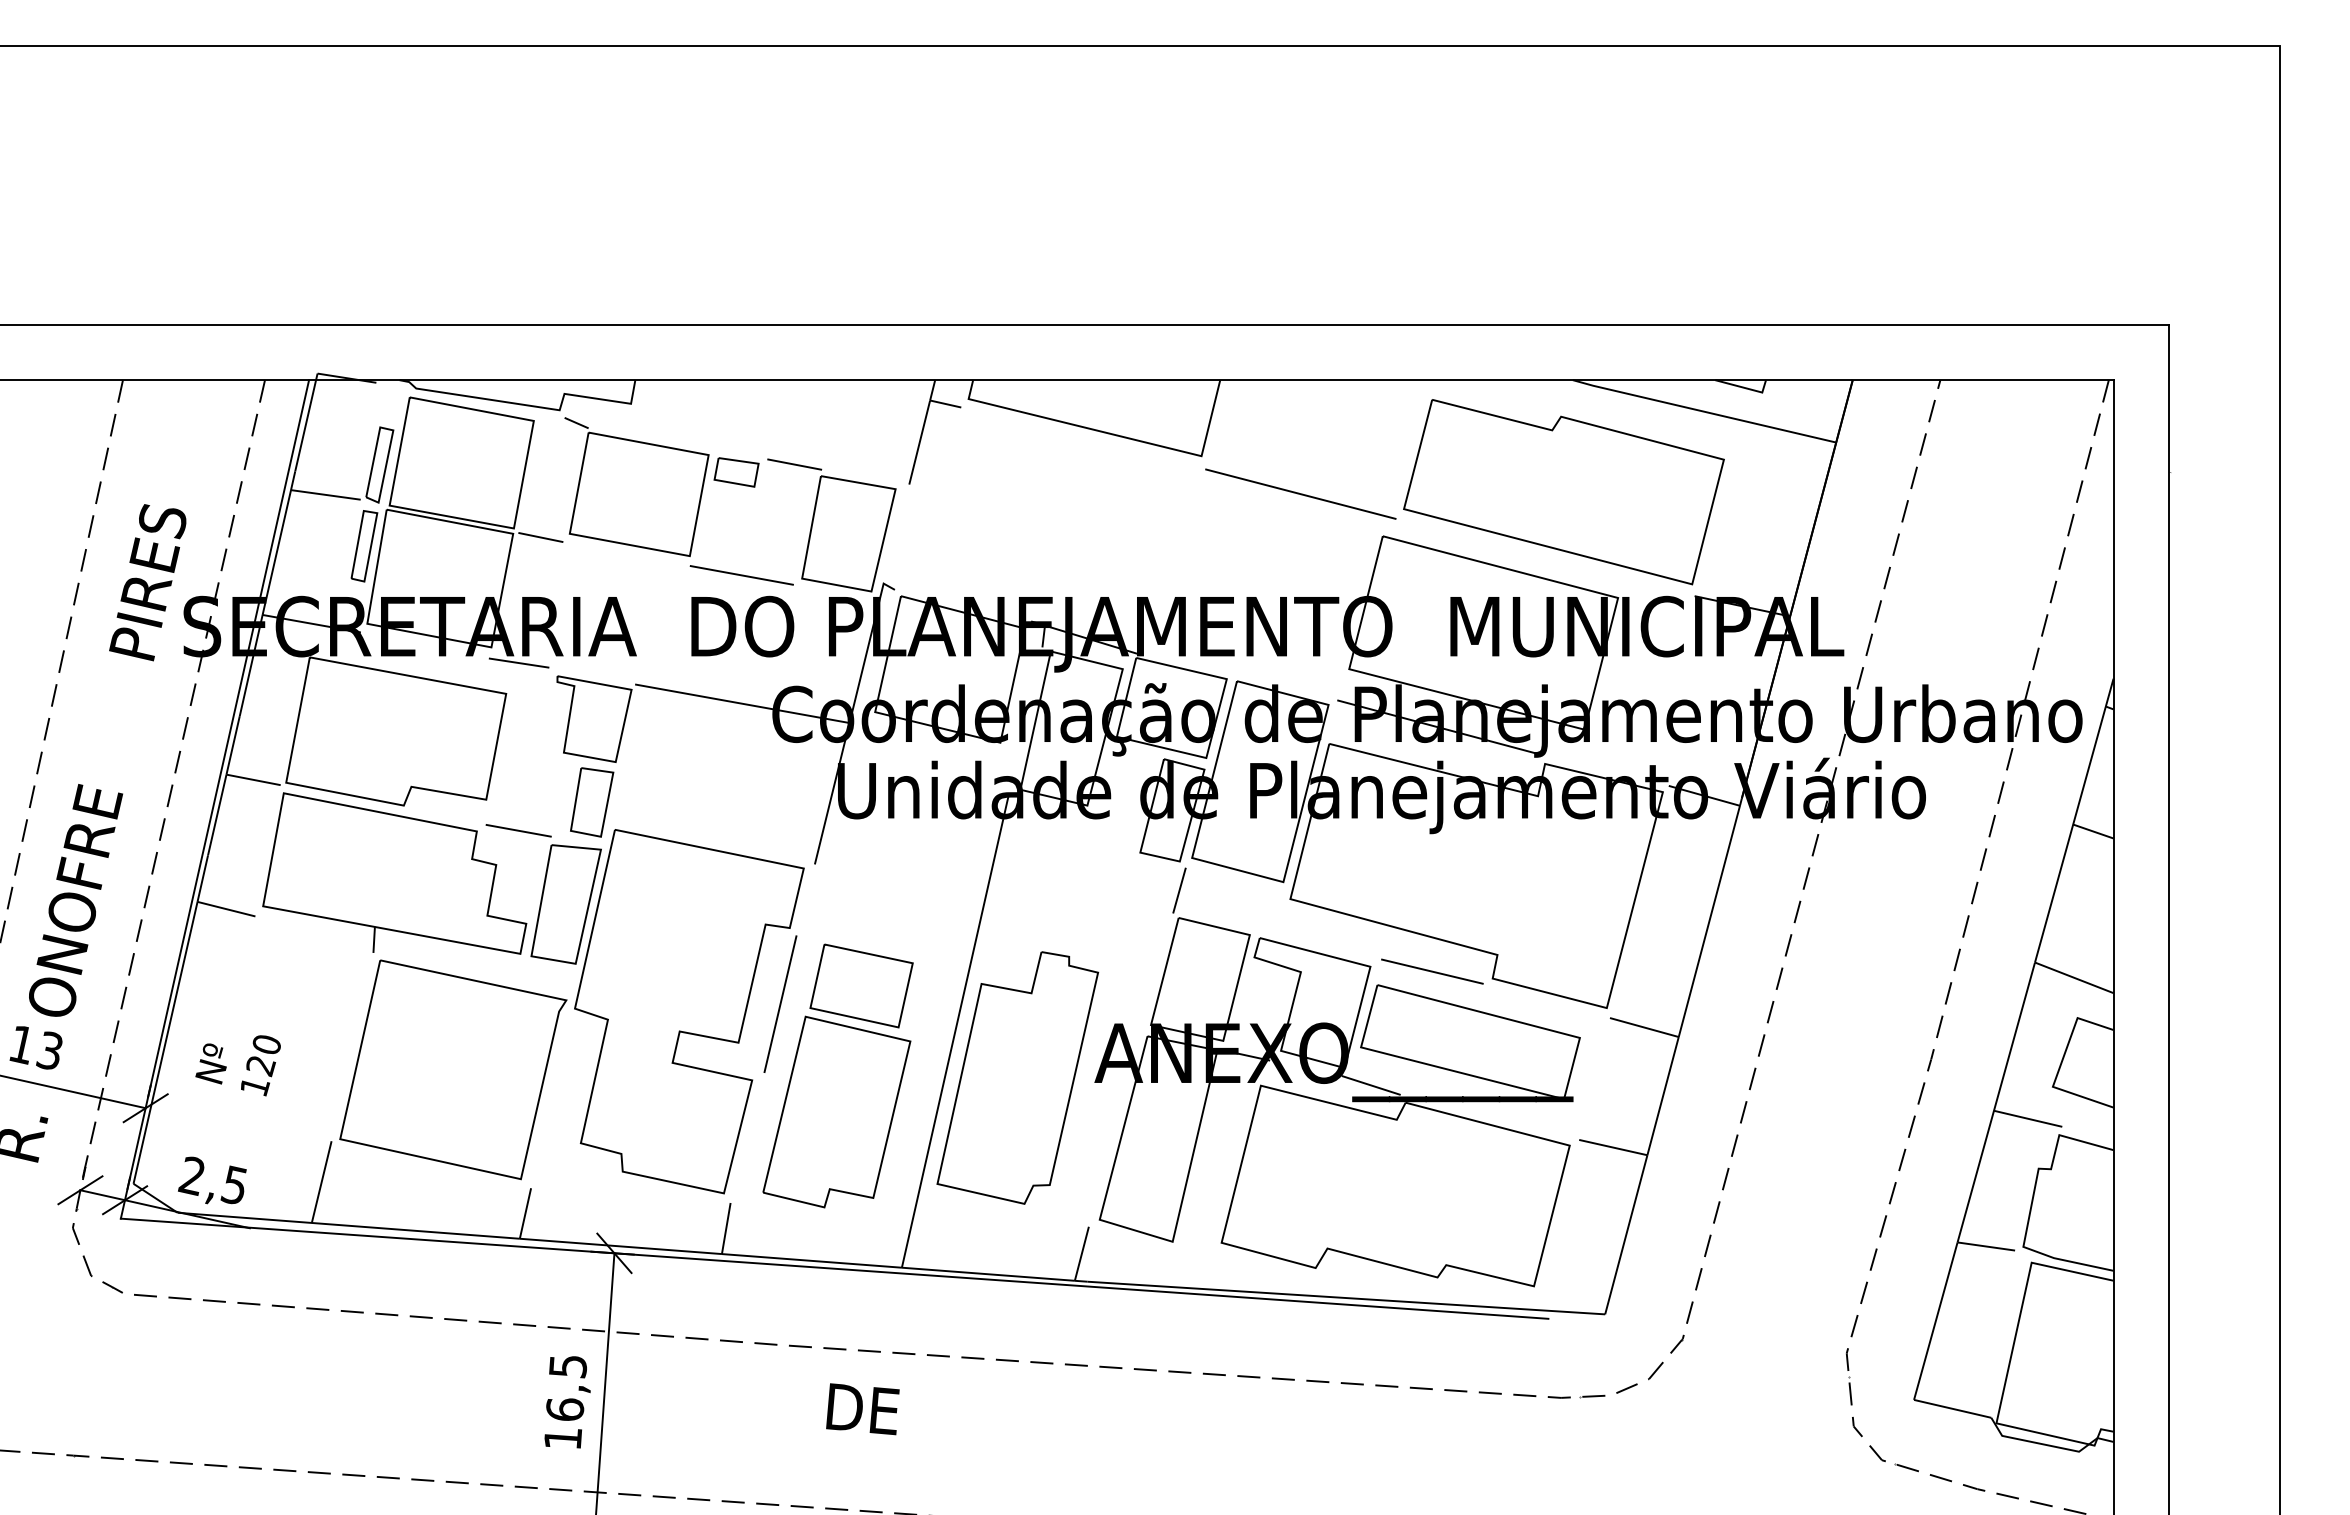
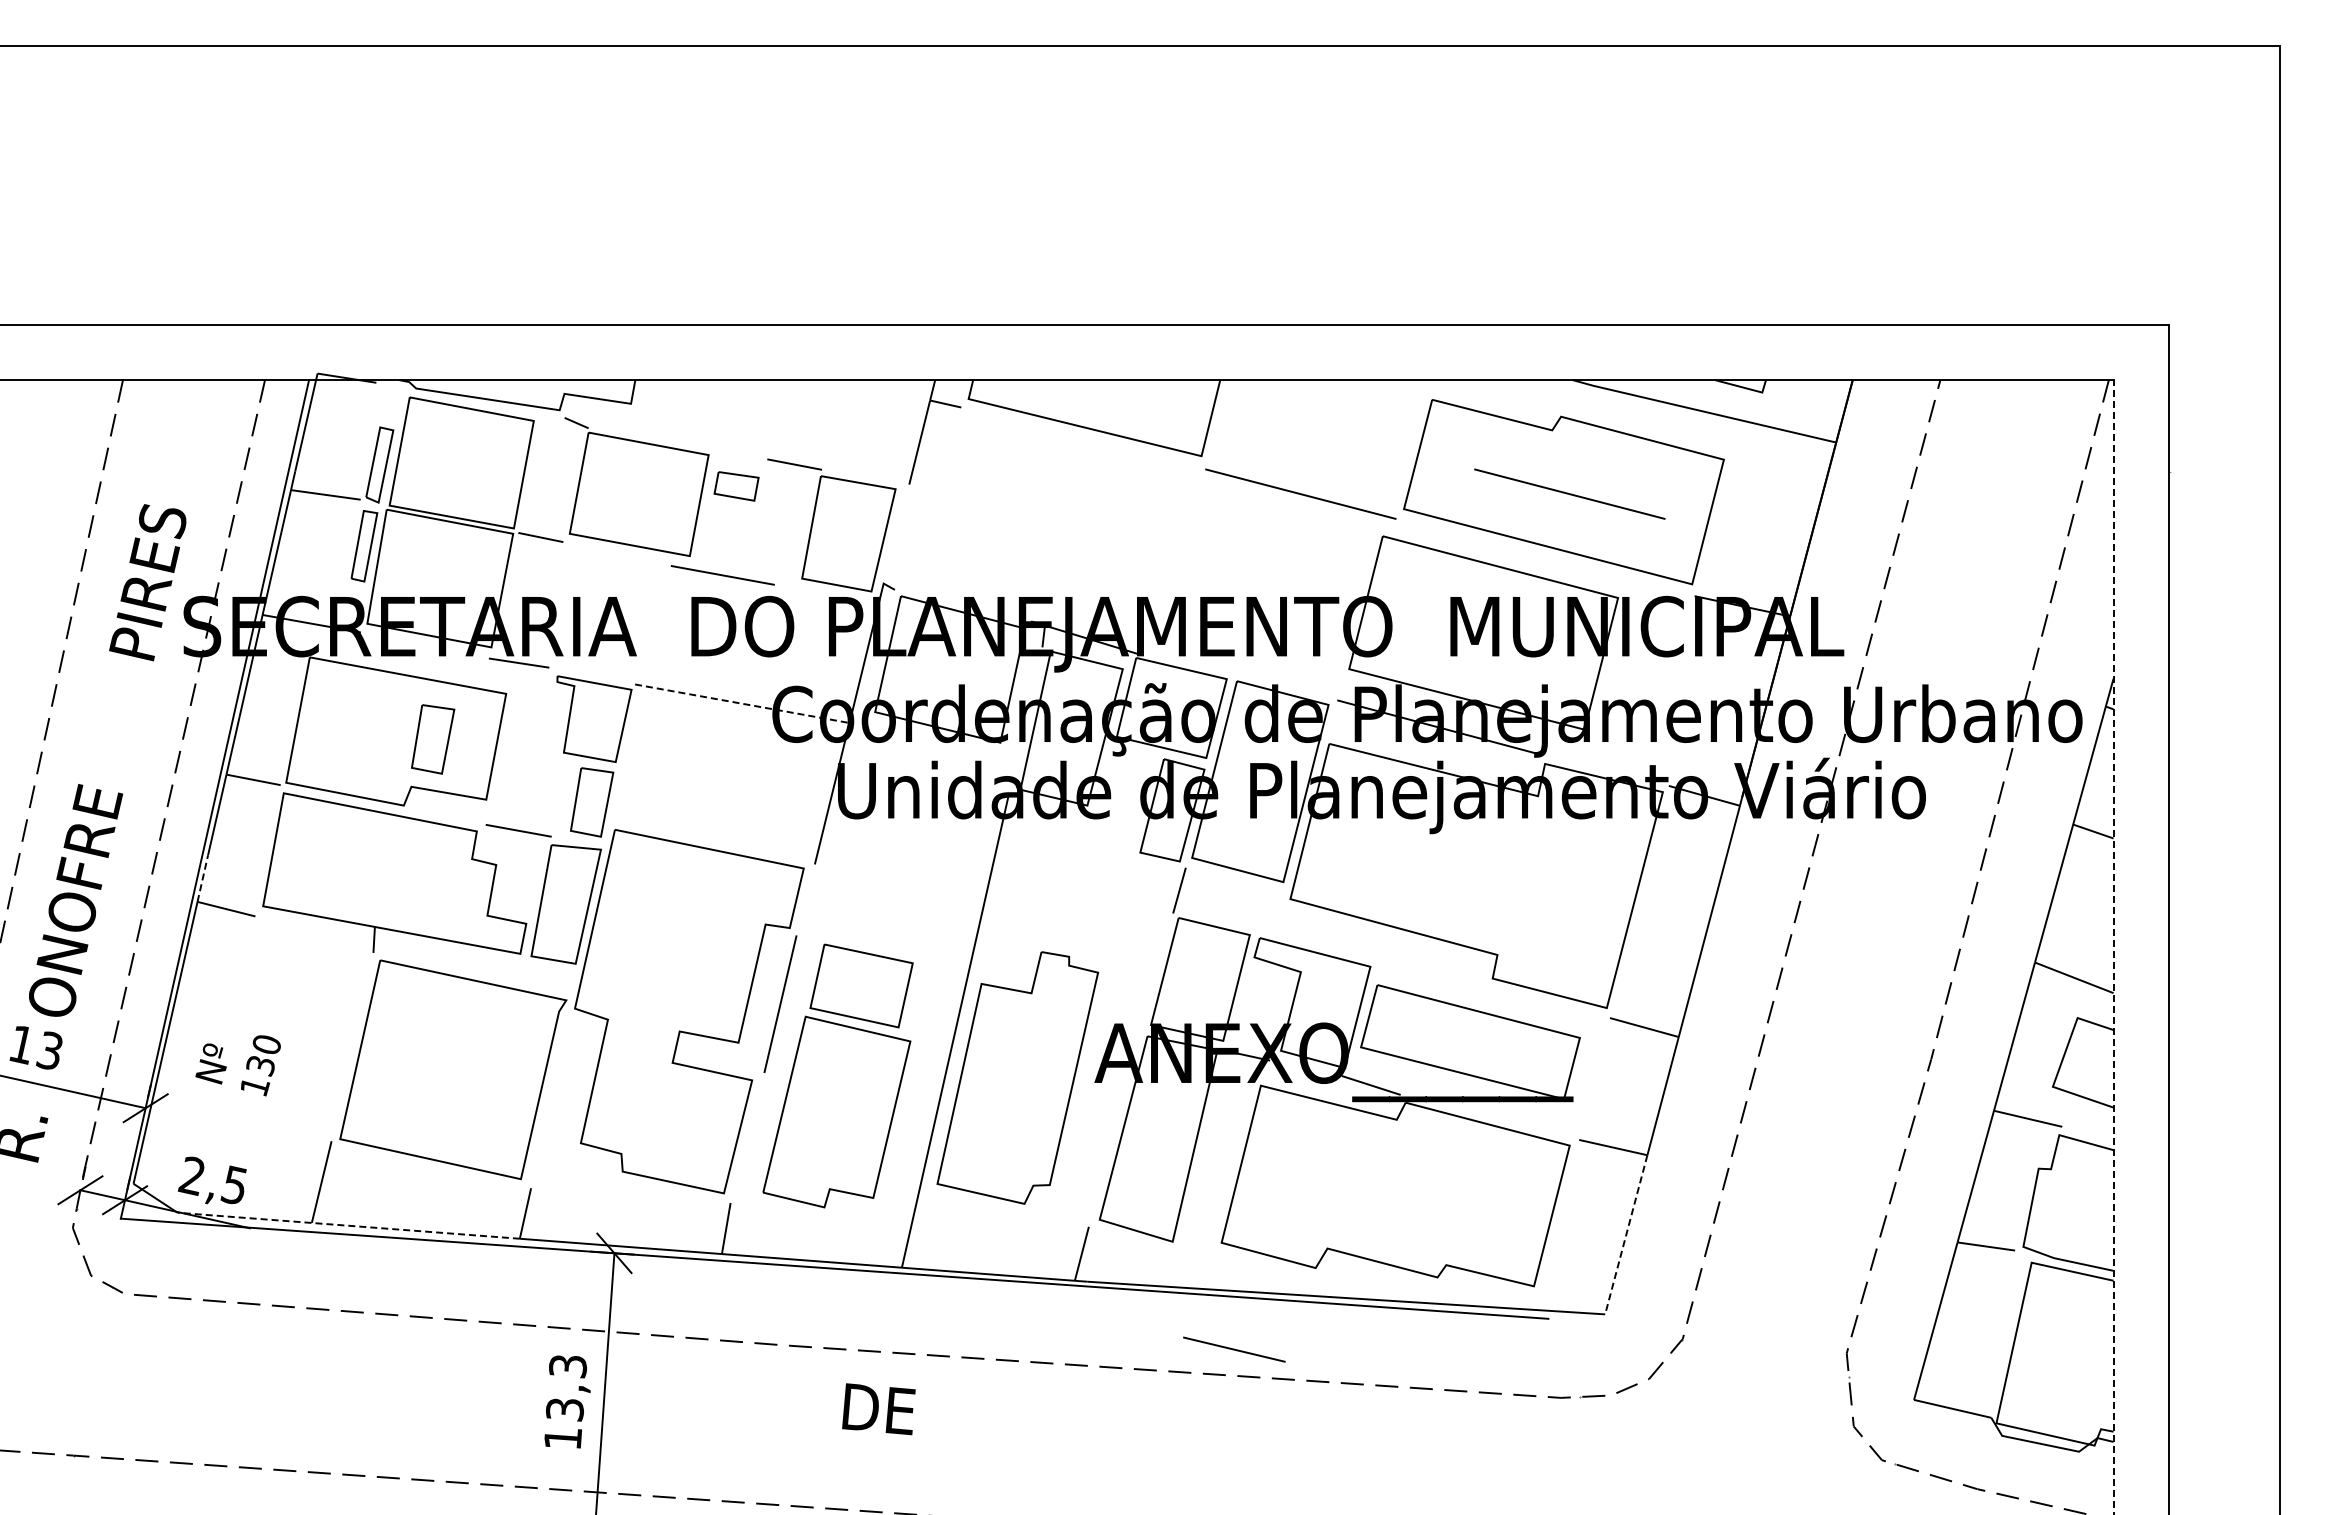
part at (736, 472) position: (736, 472) -> (736, 486)
line at (1569, 493): none -> present
line at (741, 575) position: (741, 575) -> (722, 575)
line at (742, 703): solid -> dashed
part at (433, 739): none -> present
line at (202, 878): solid -> dashed
line at (2113, 947): solid -> dashed
line at (1432, 971) position: (1432, 971) -> (1234, 1349)
text at (261, 1066): 120 -> 130
line at (348, 1225): solid -> dashed
line at (1626, 1235): solid -> dashed
text at (565, 1388): 16,5 -> 13,3
text at (862, 1409) position: (862, 1409) -> (878, 1409)
